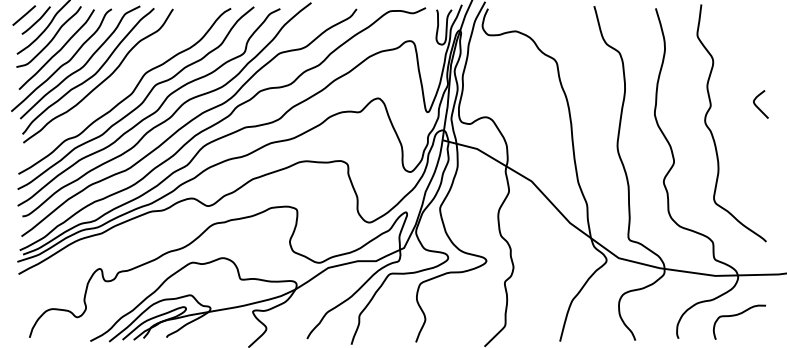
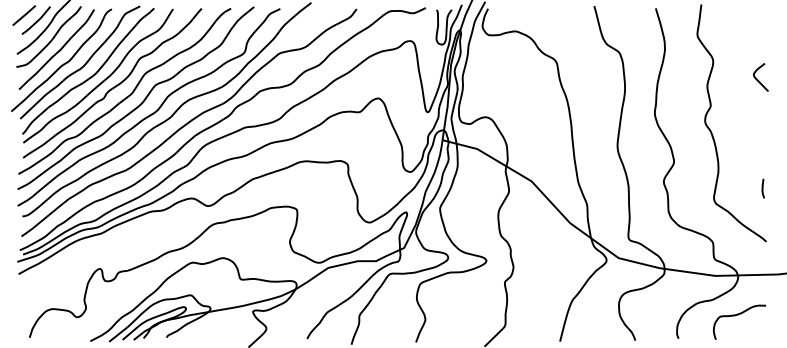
curve at (113, 86): none -> present
curve at (758, 106) position: (758, 106) -> (758, 79)
line at (762, 188): none -> present
